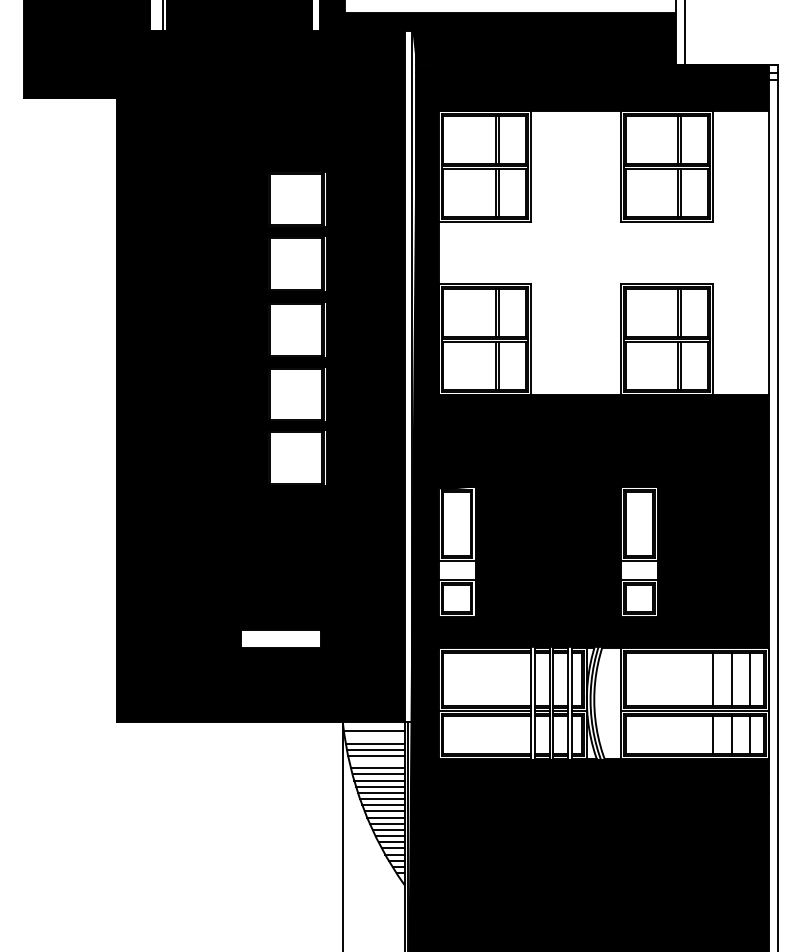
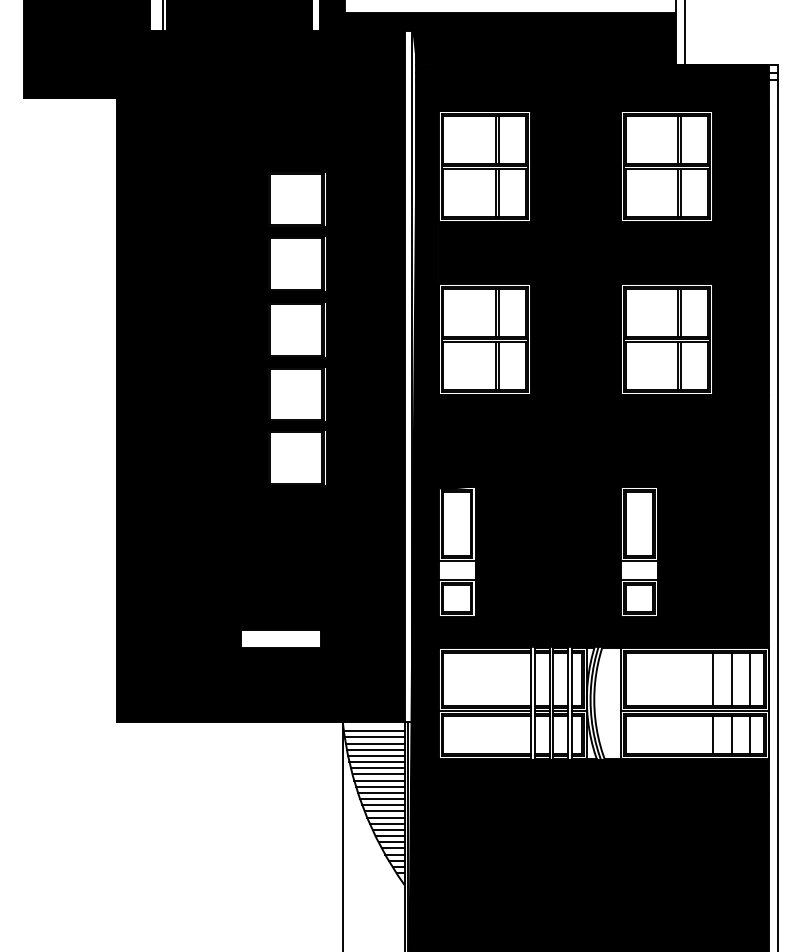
fill at (603, 252): none -> present
line at (374, 737): none -> present
line at (376, 762): none -> present
